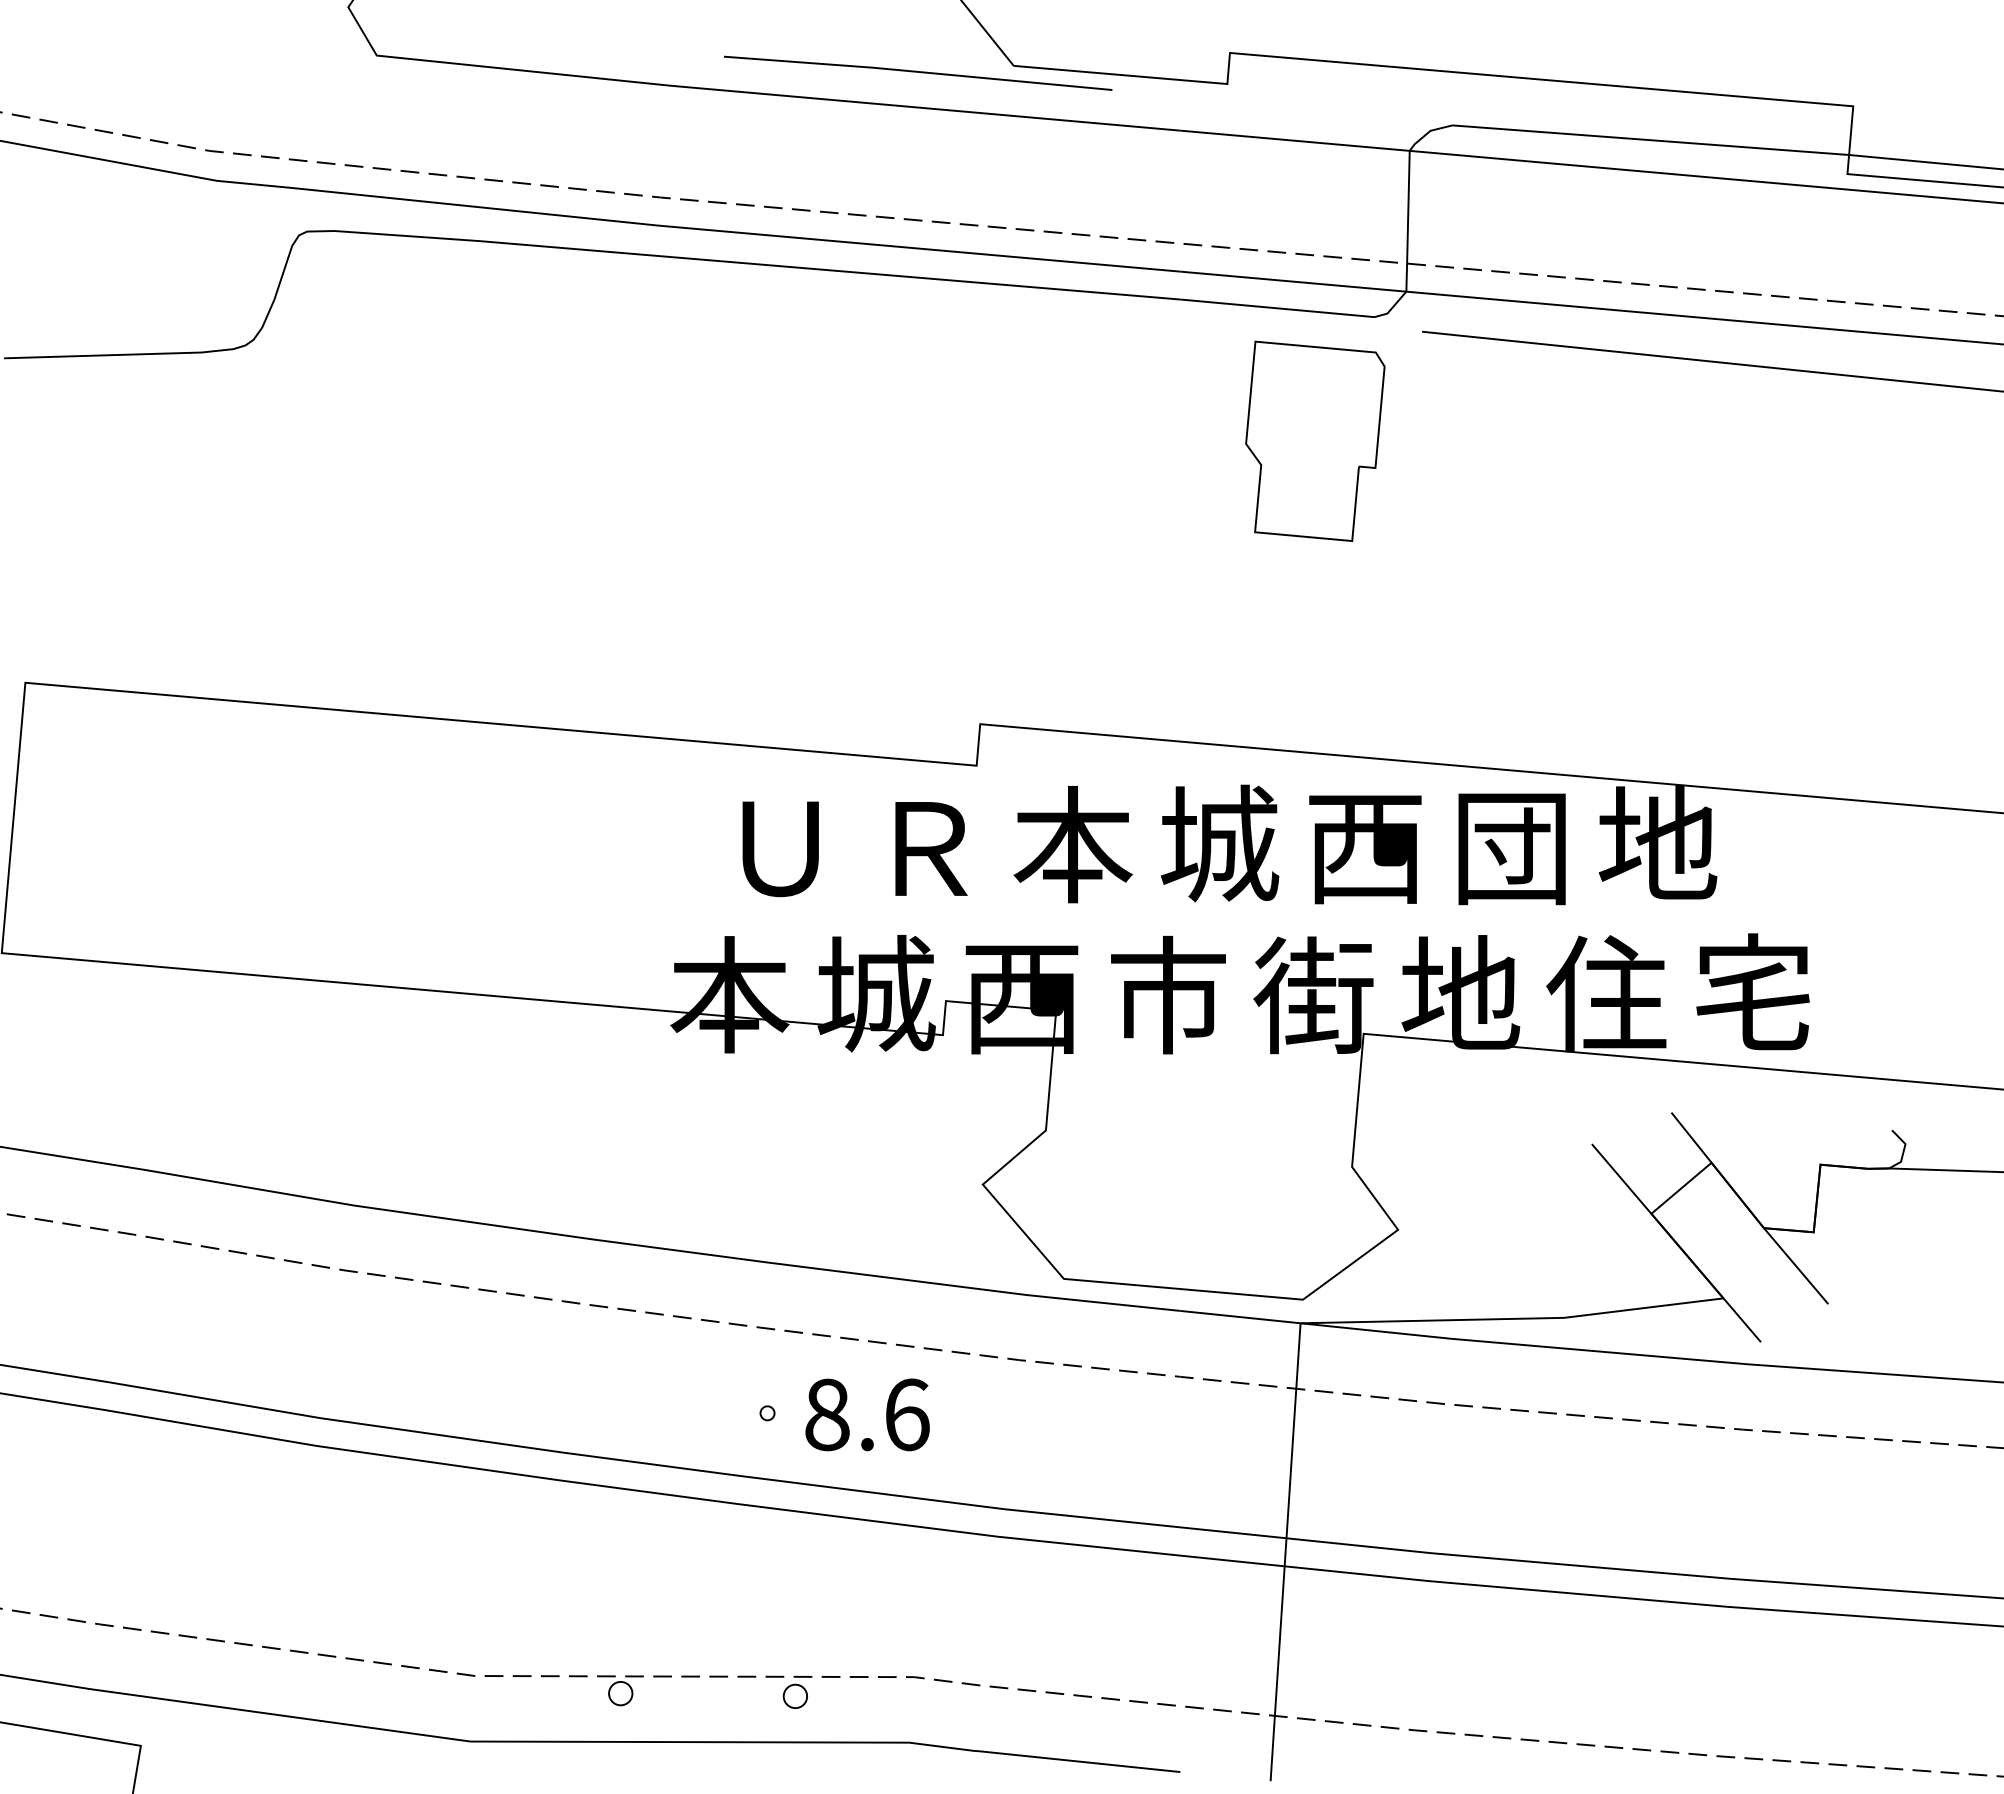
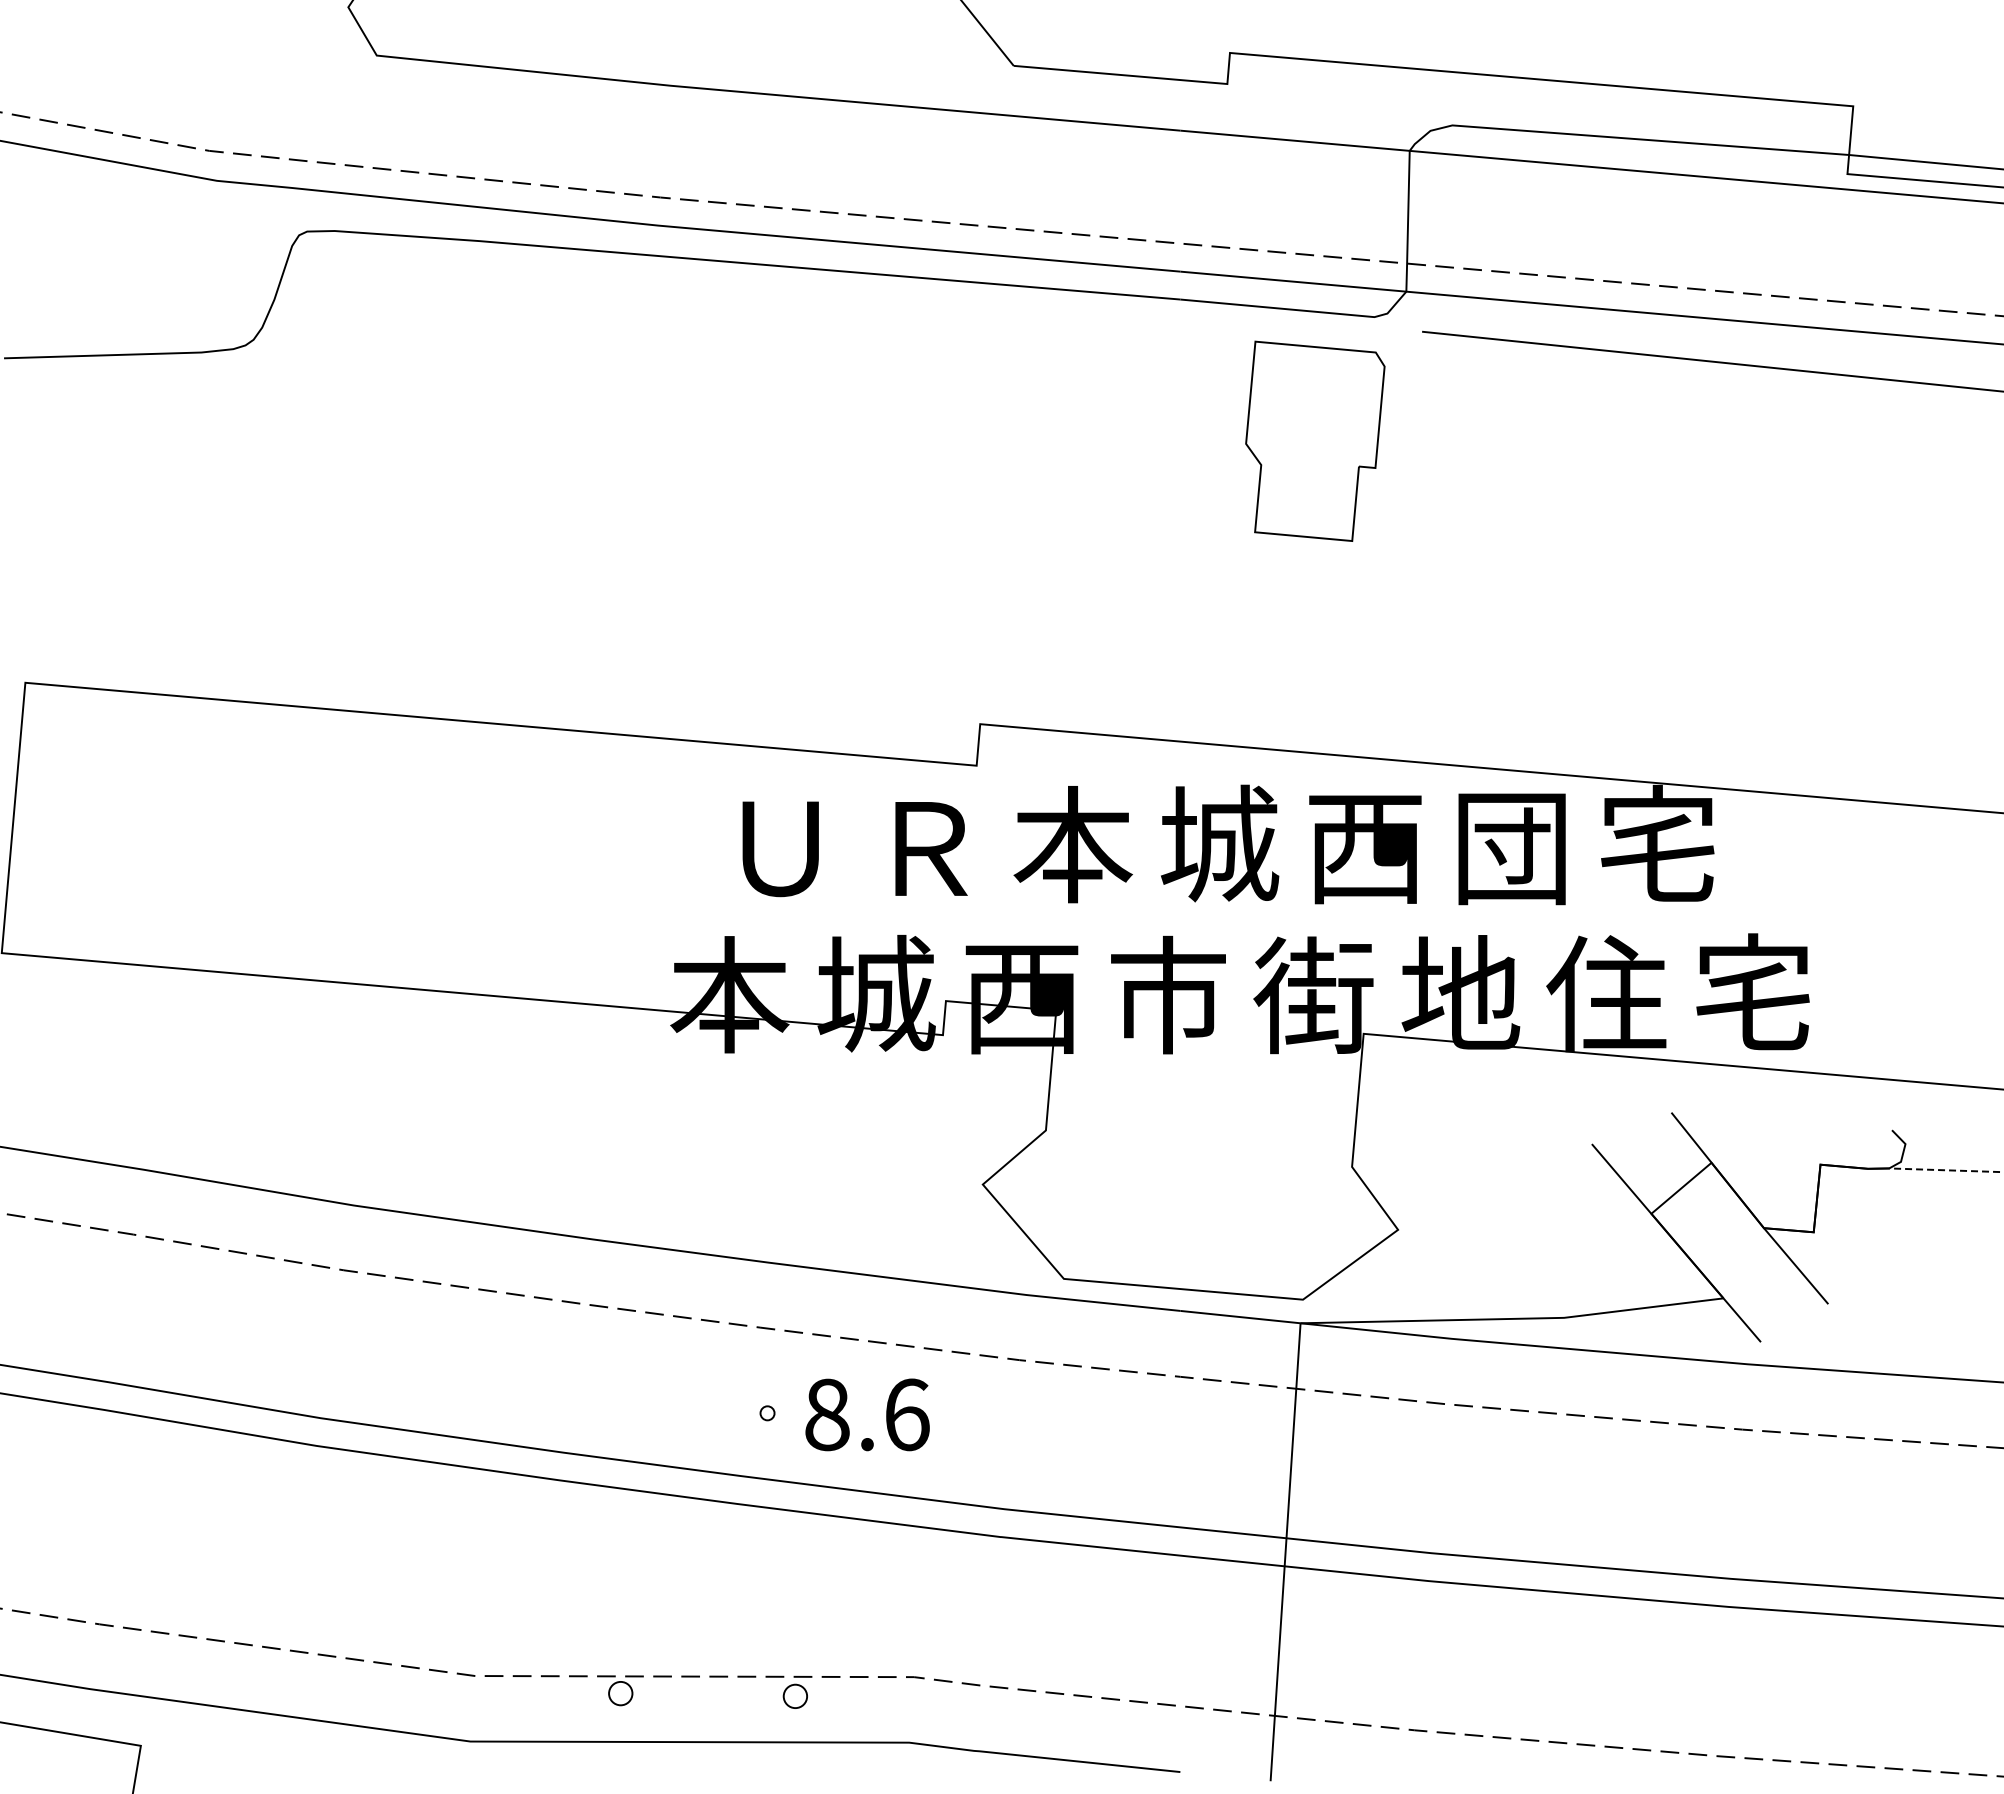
line at (918, 72): present -> none
text at (1657, 842): 地 -> 宅
line at (1946, 1170): solid -> dashed
